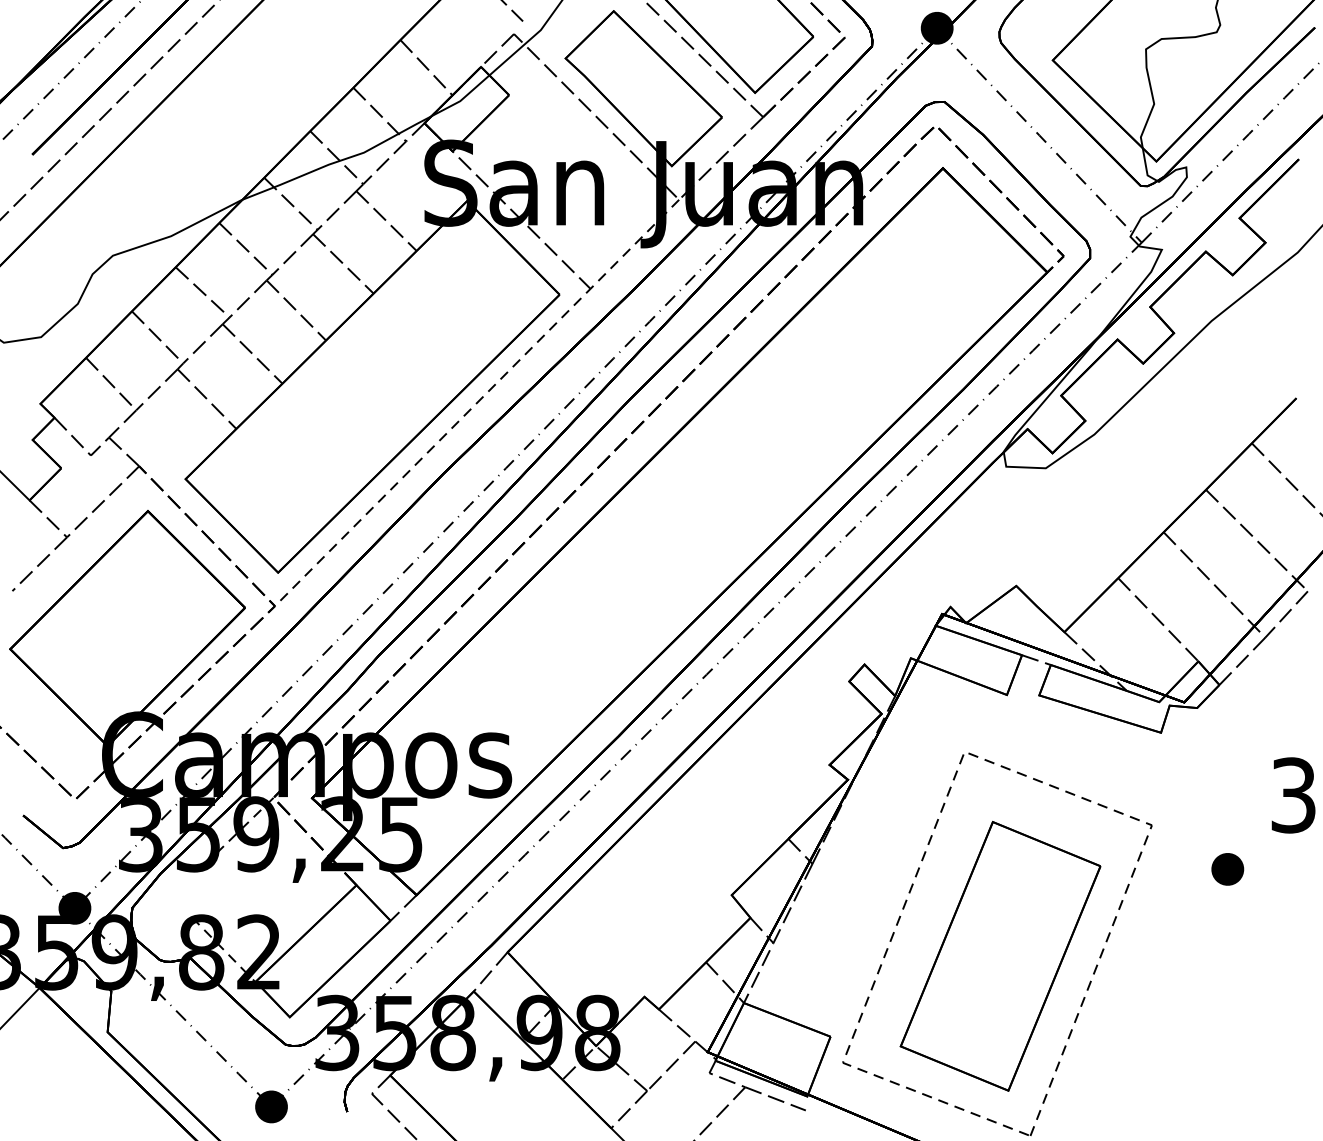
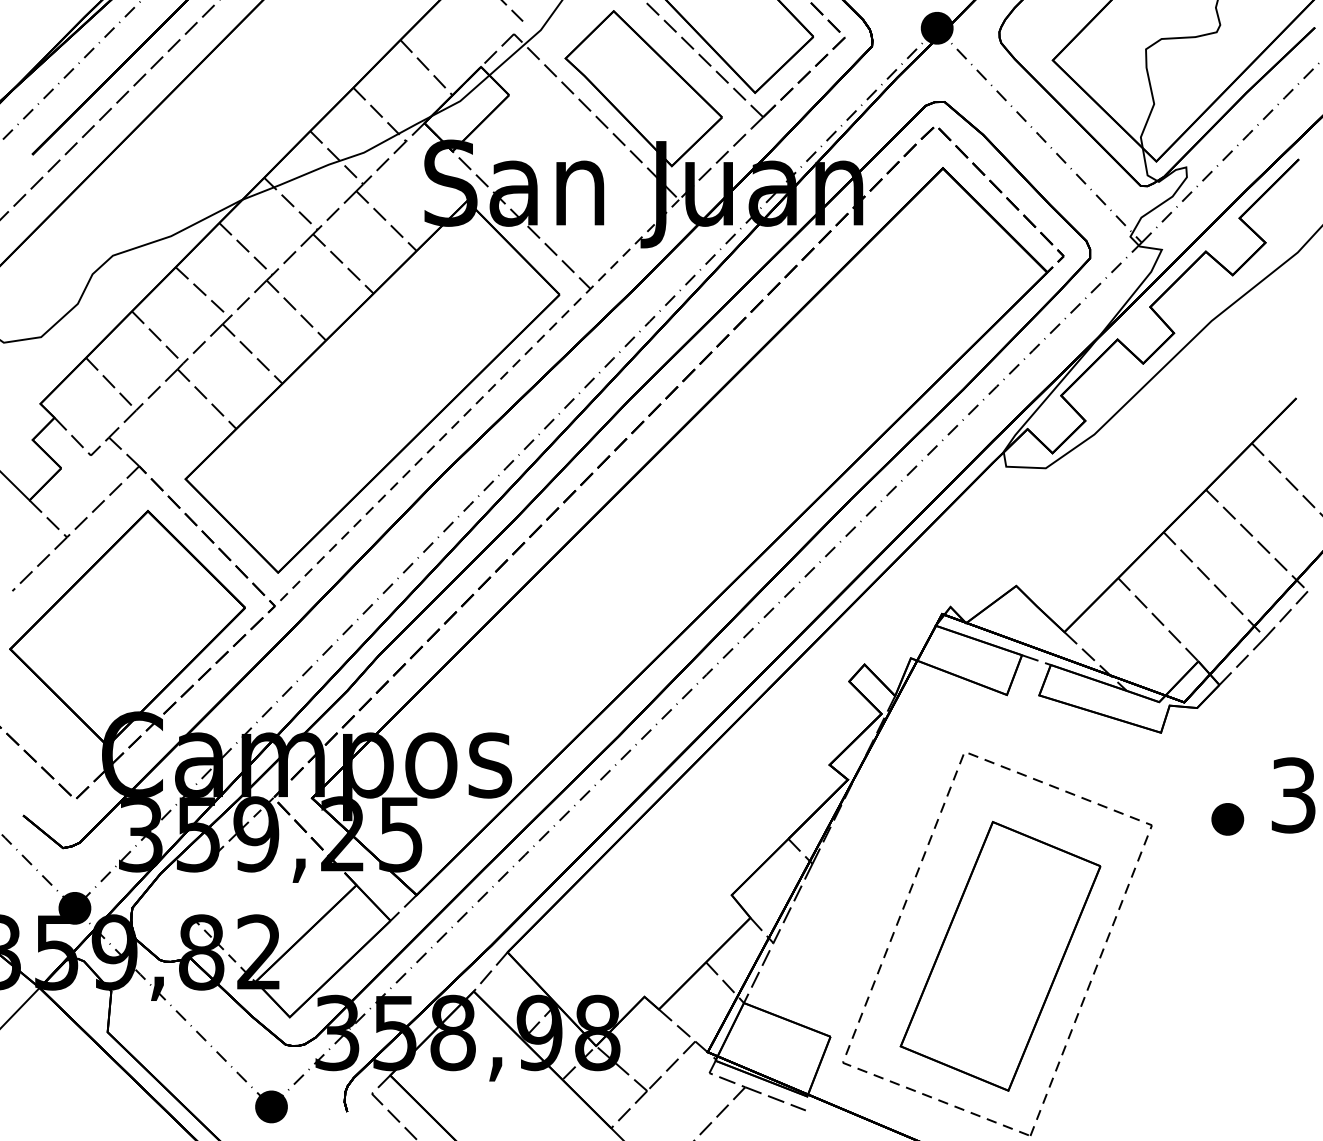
part at (1227, 869) position: (1227, 869) -> (1227, 819)
